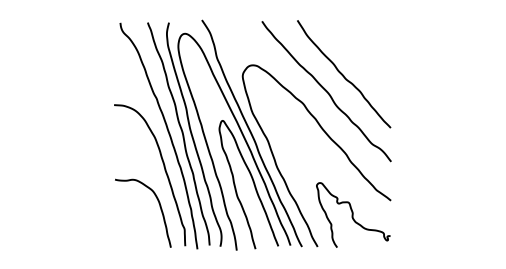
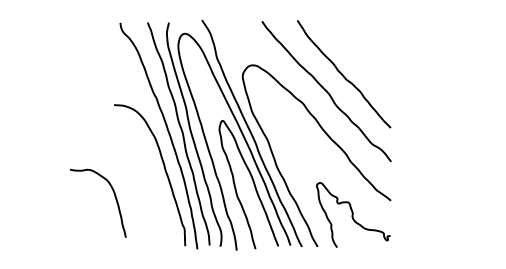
curve at (159, 206) position: (159, 206) -> (114, 196)
